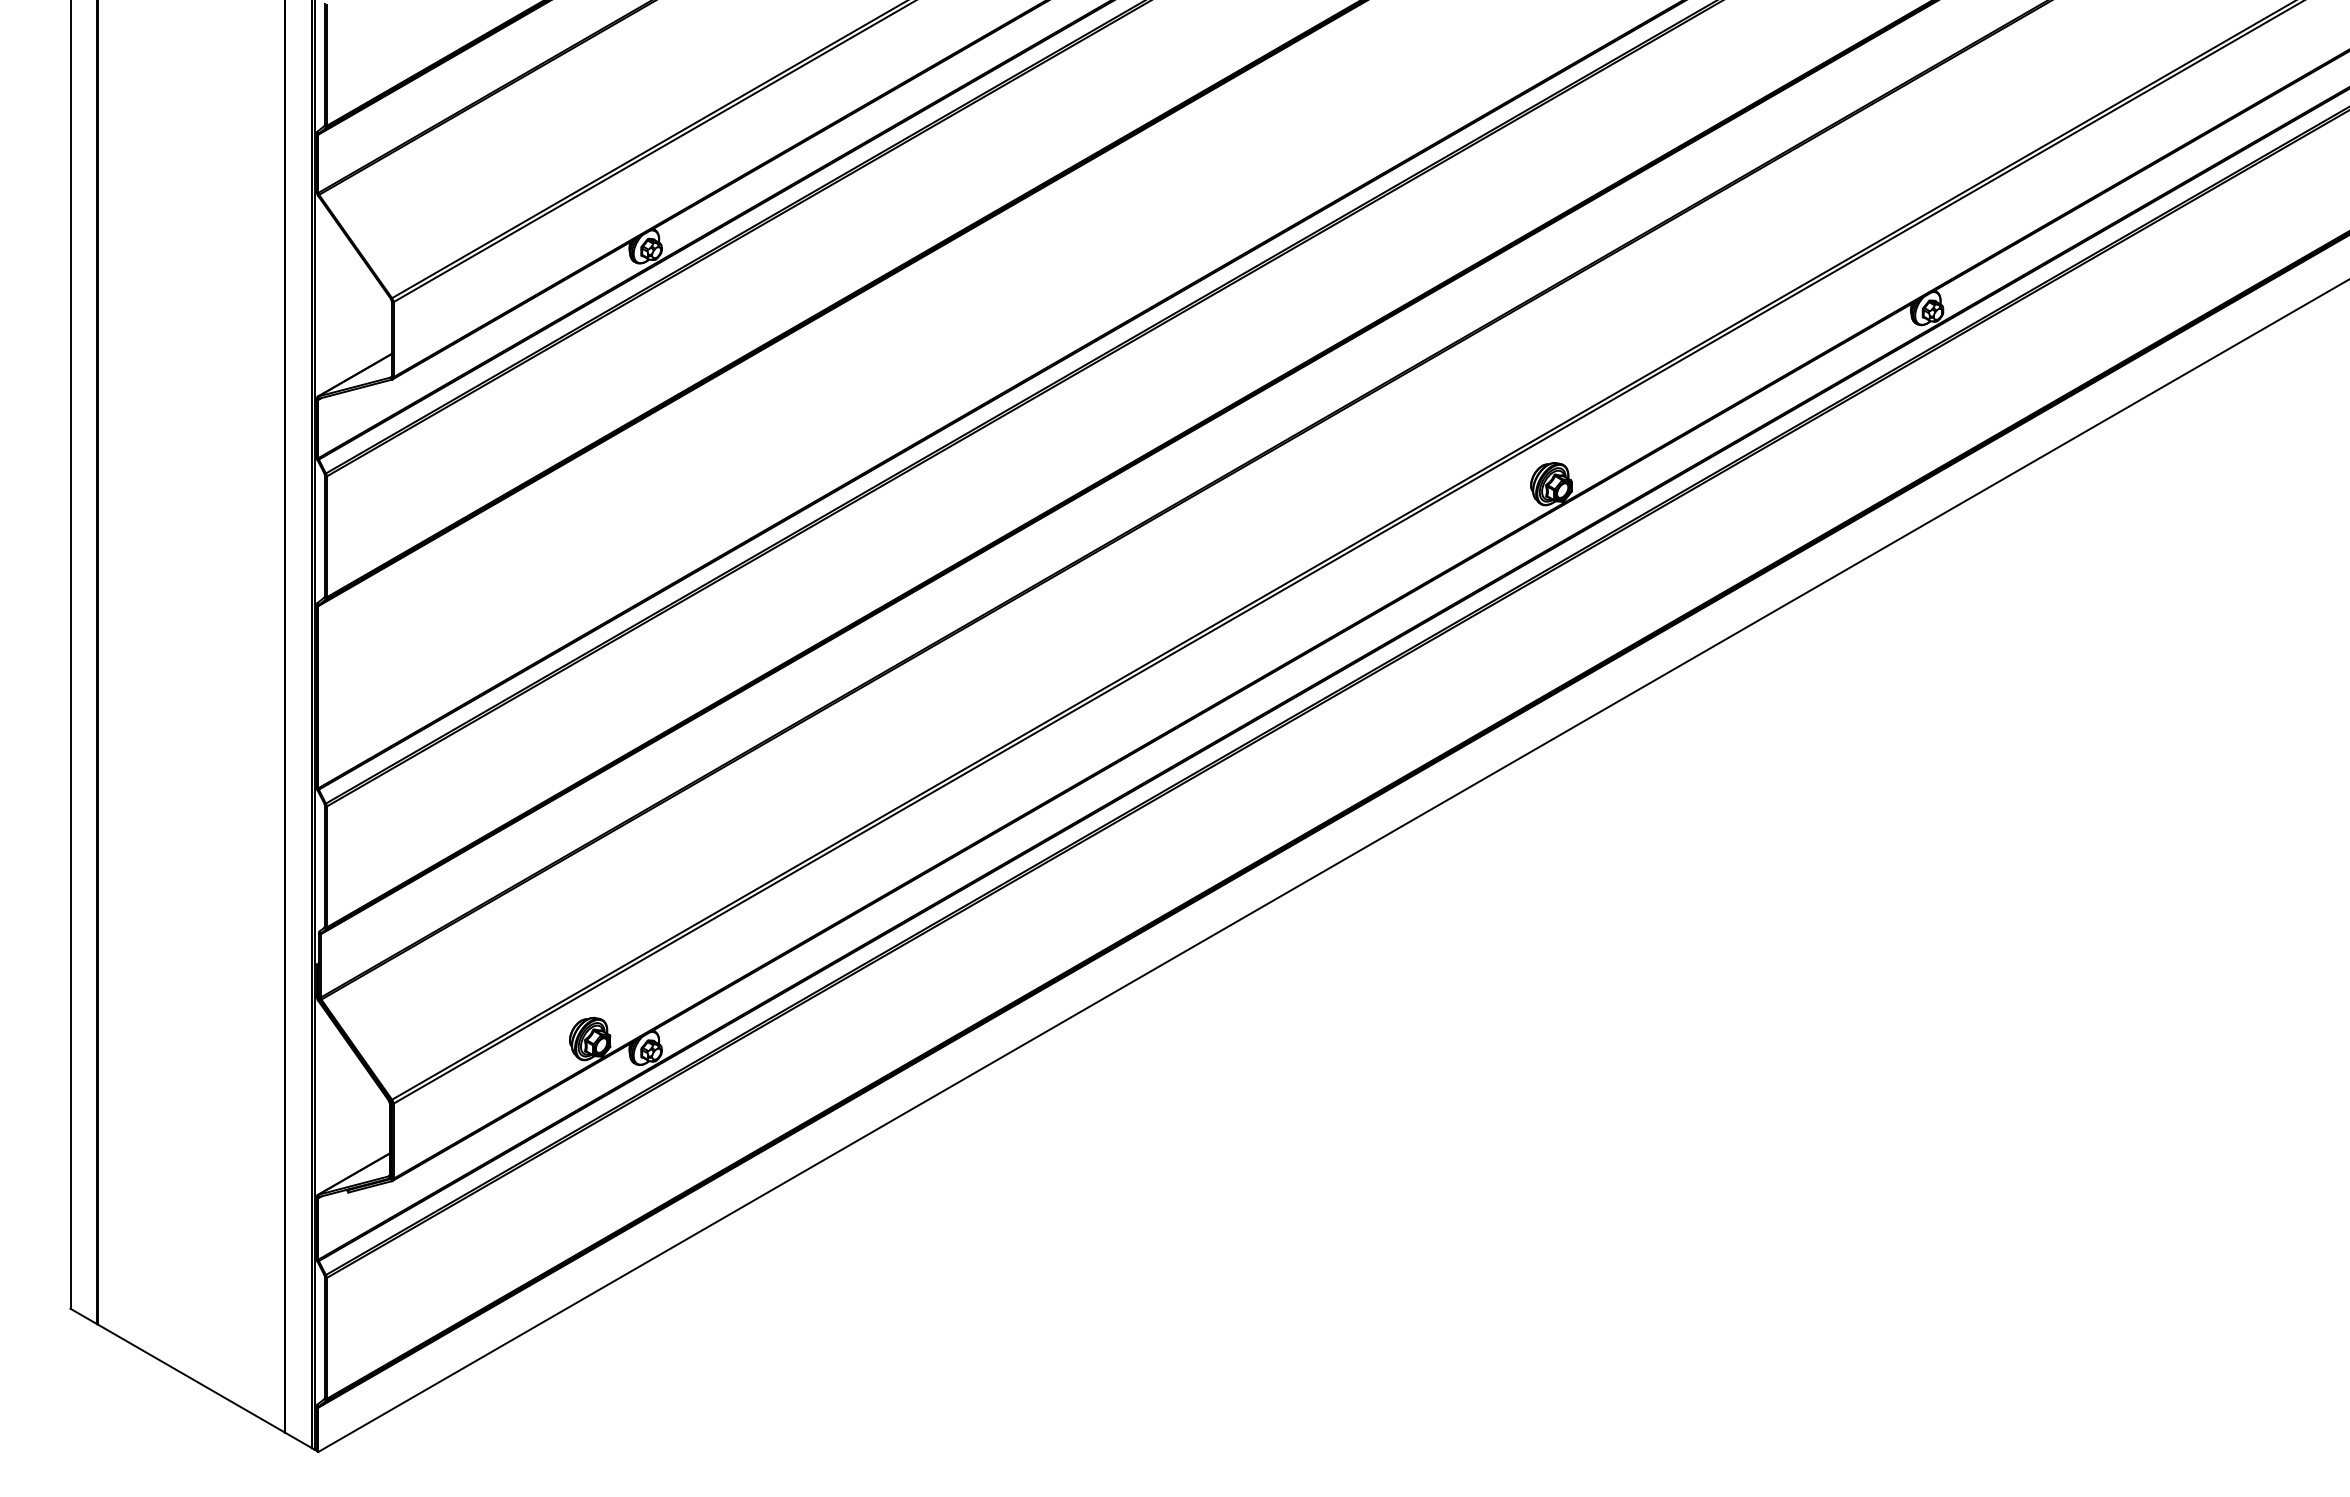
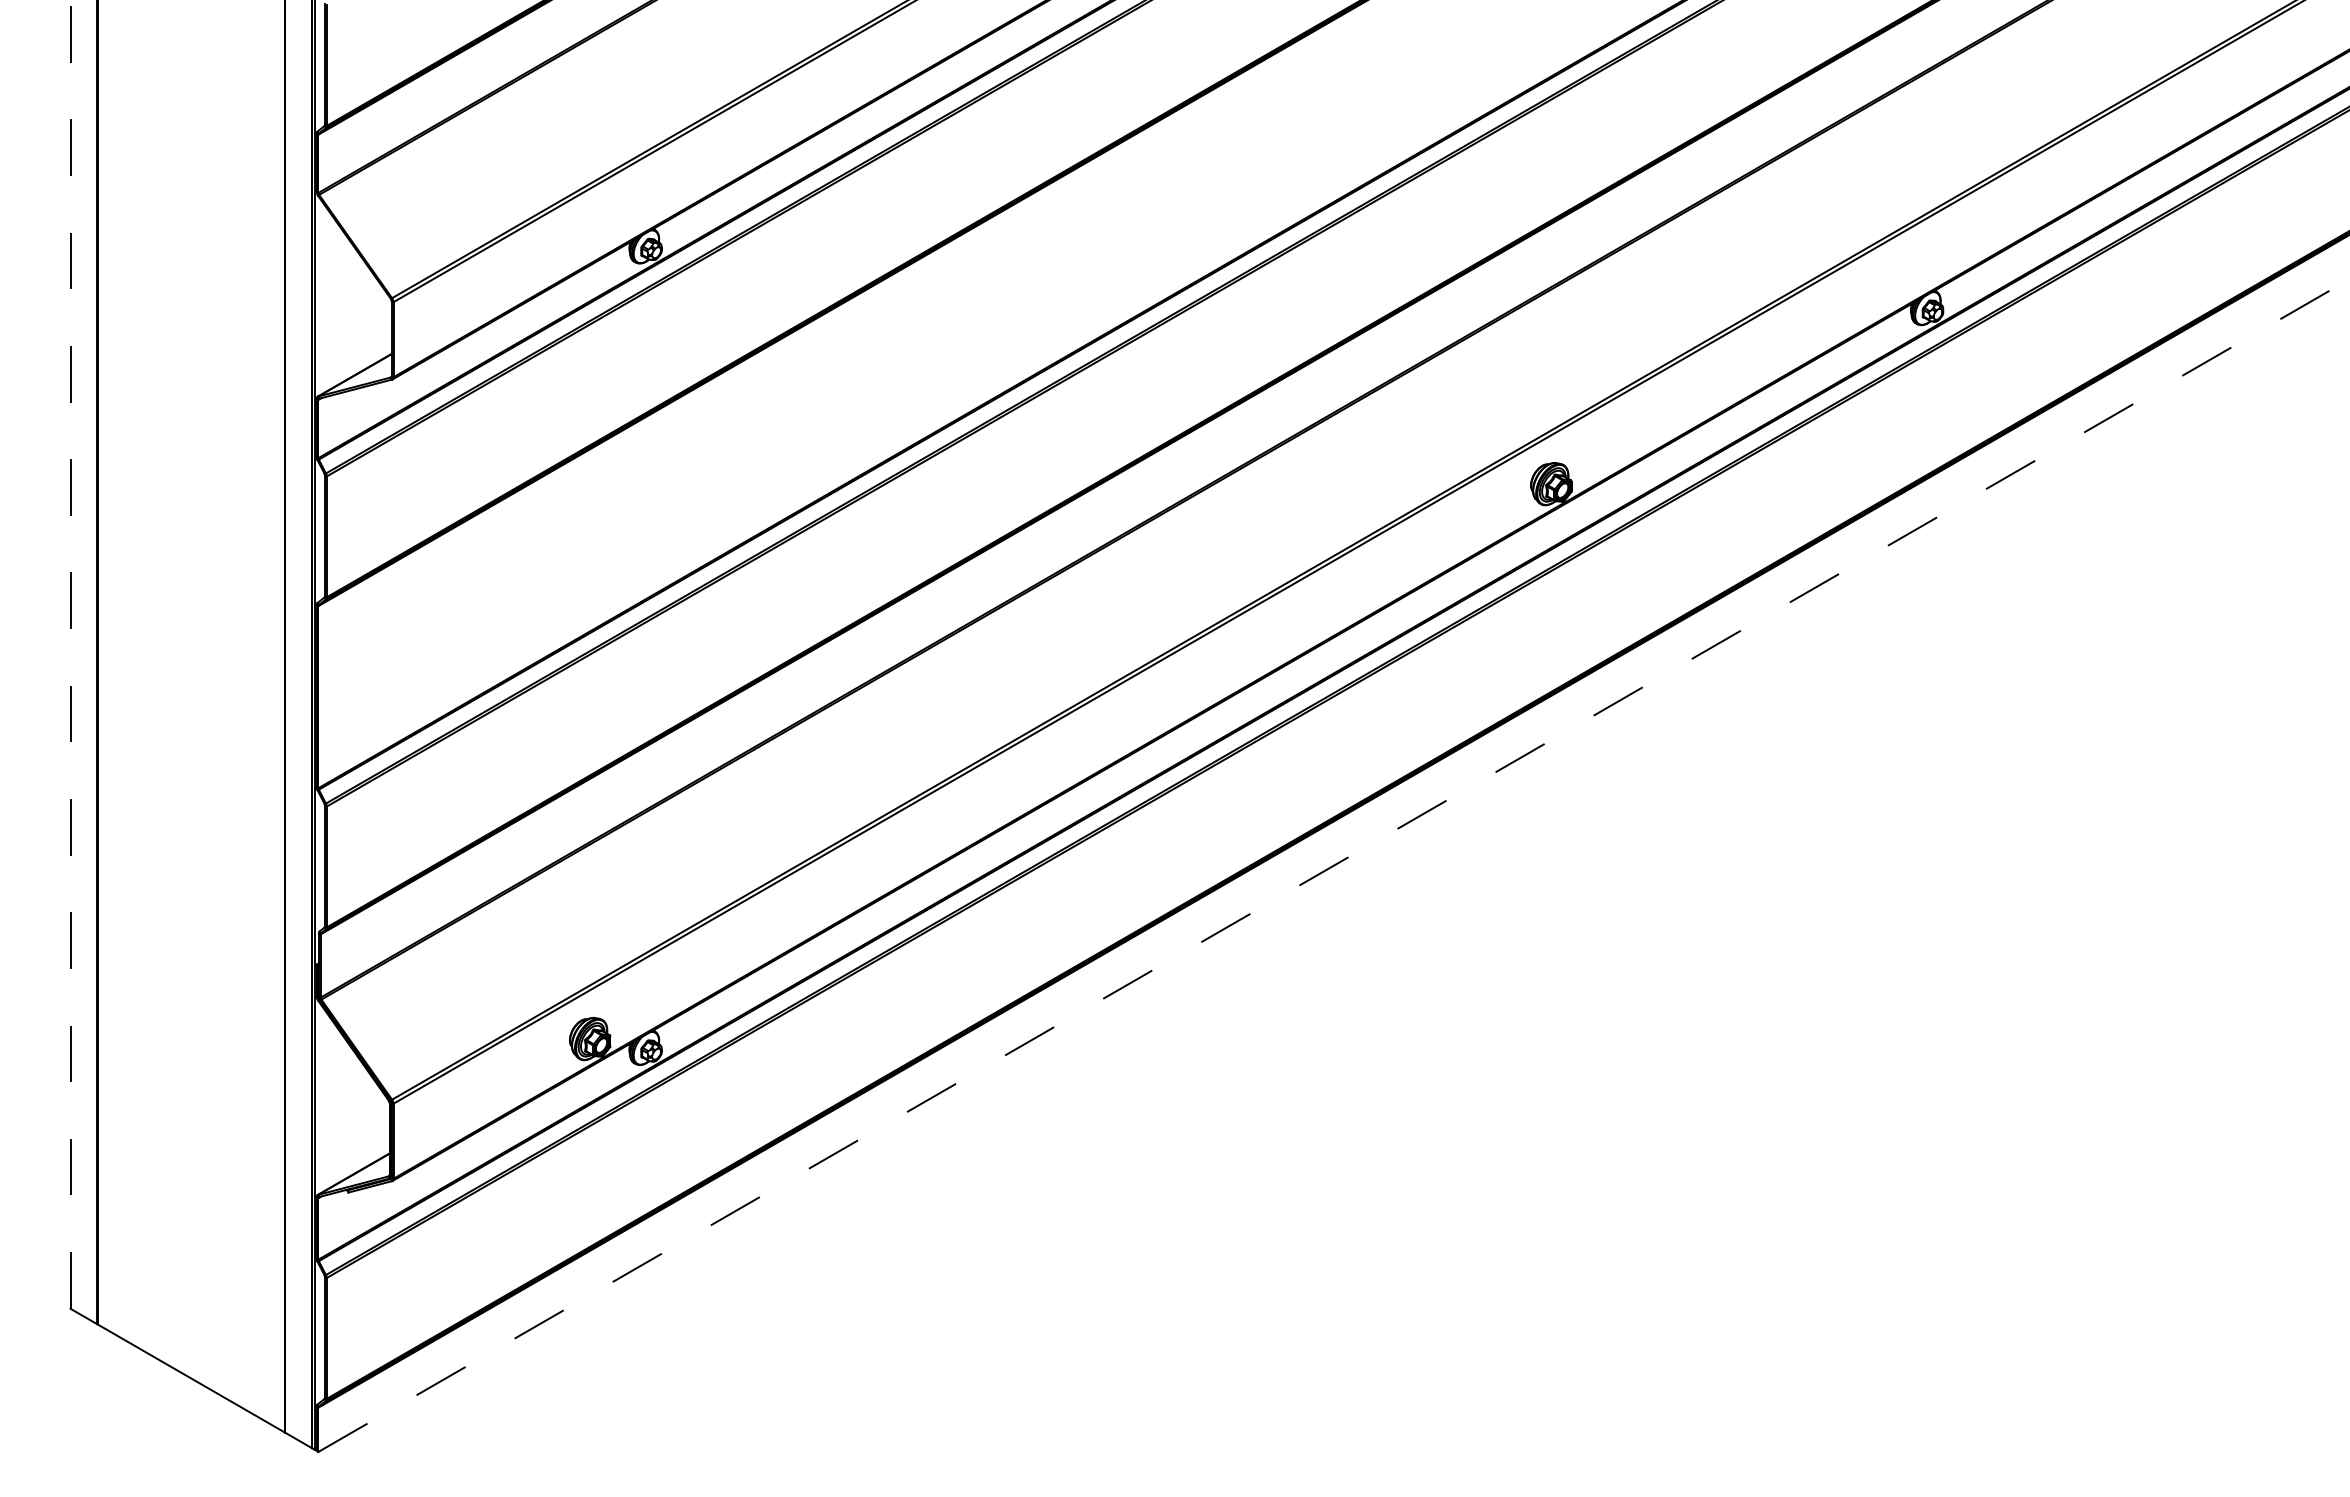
line at (70, 654): solid -> dashed
line at (1334, 865): solid -> dashed
